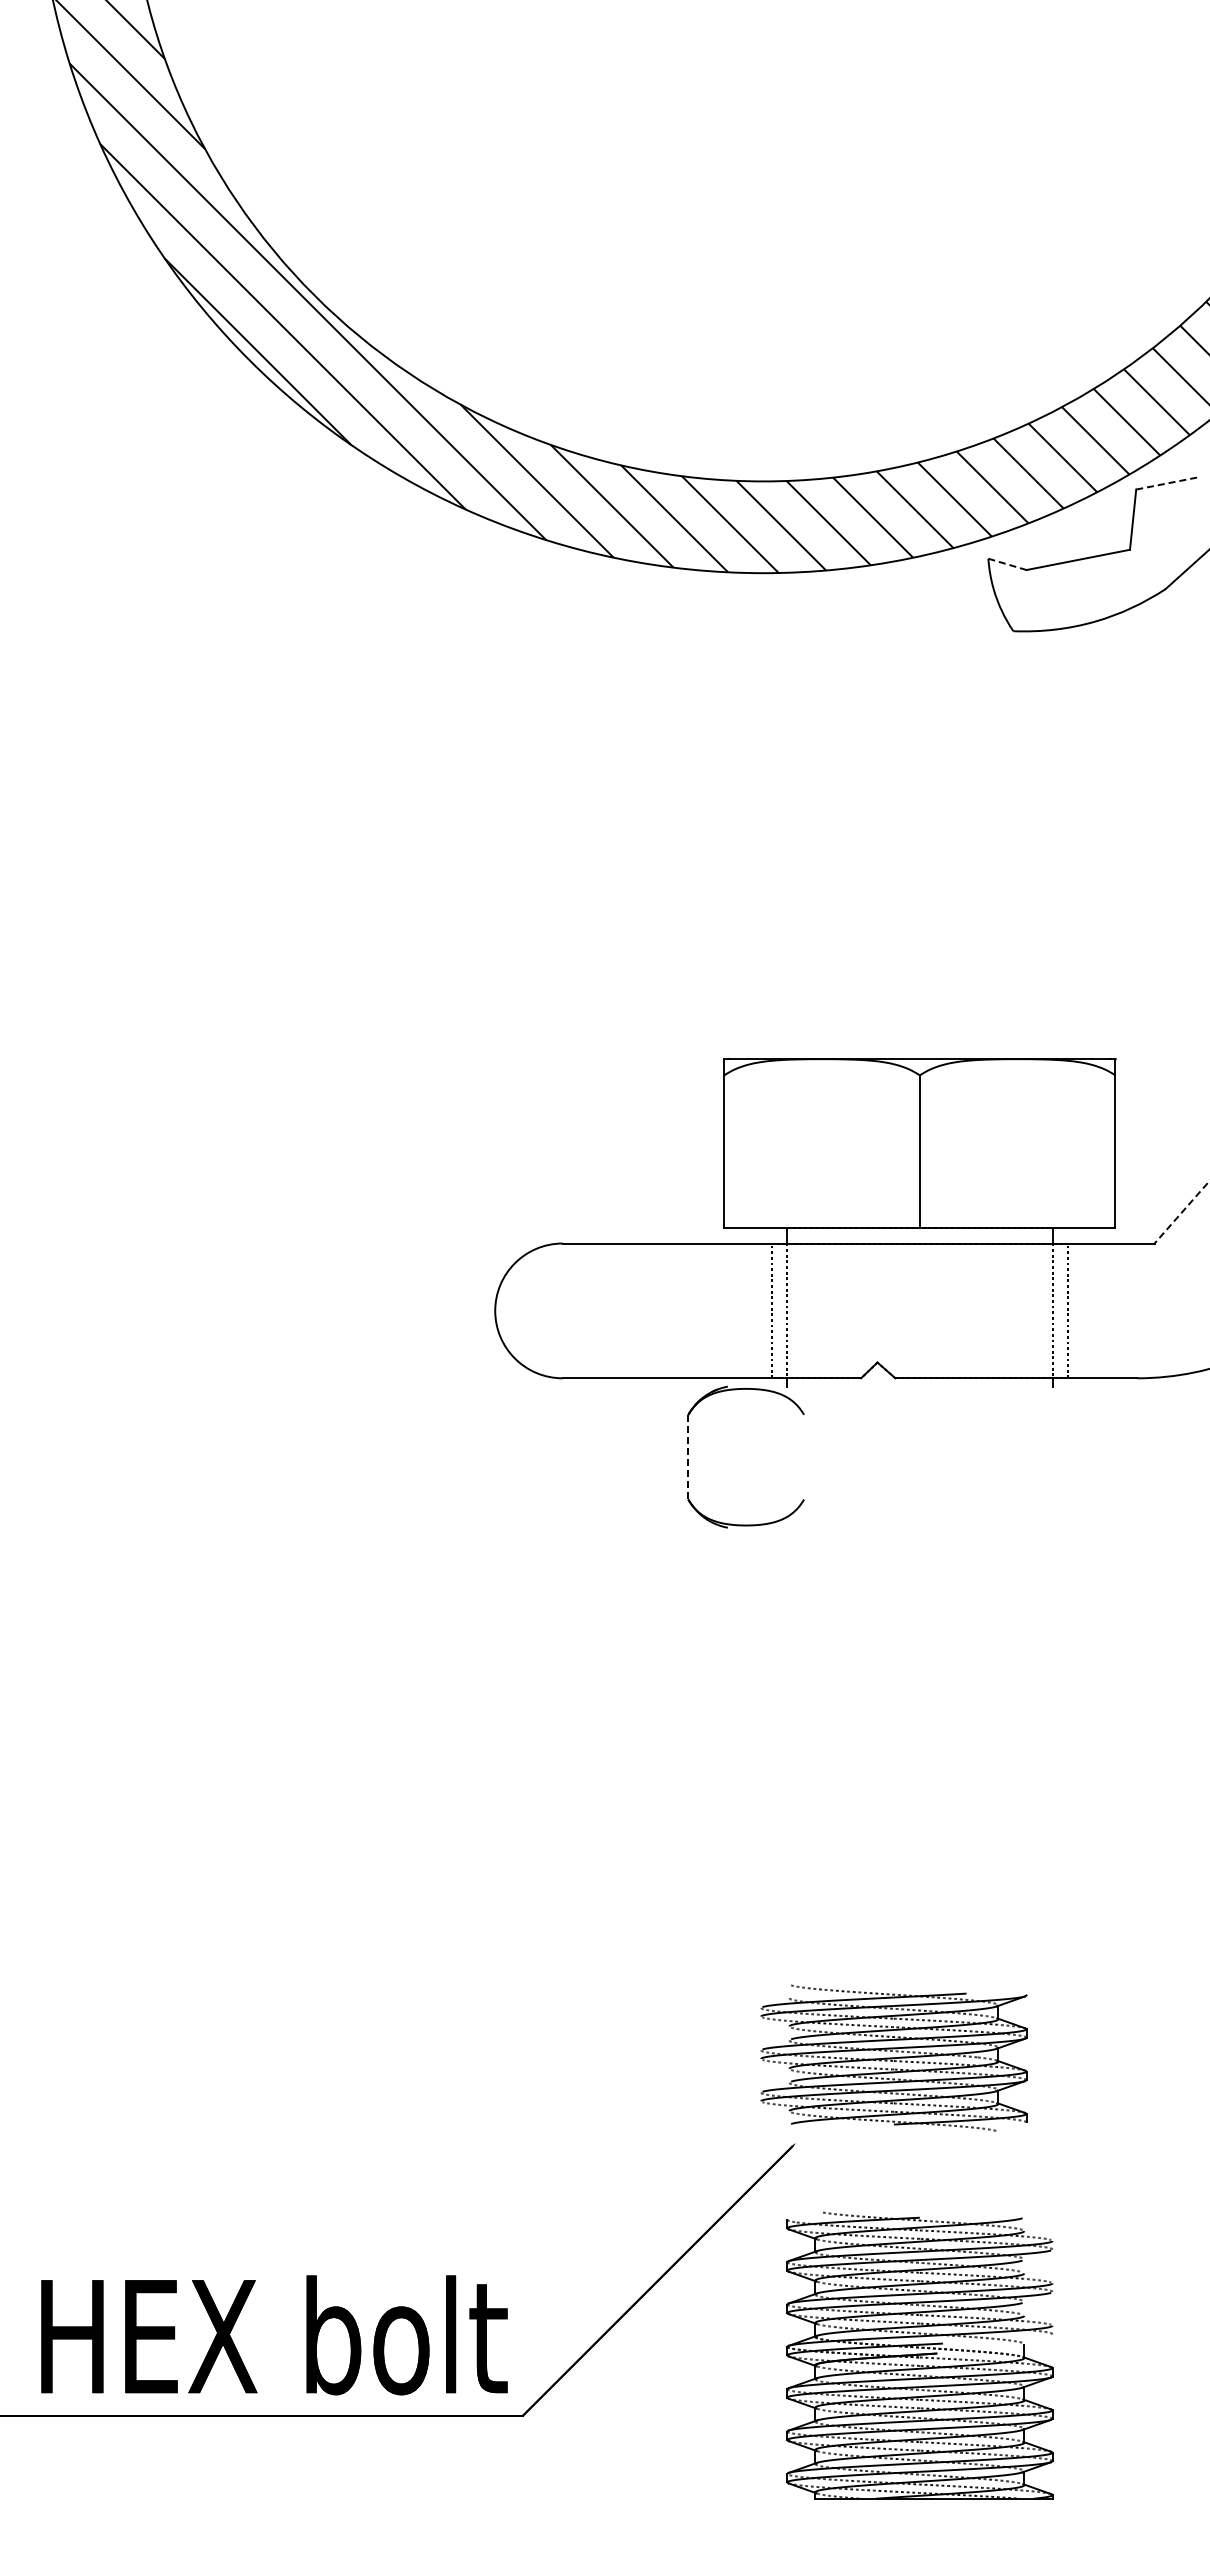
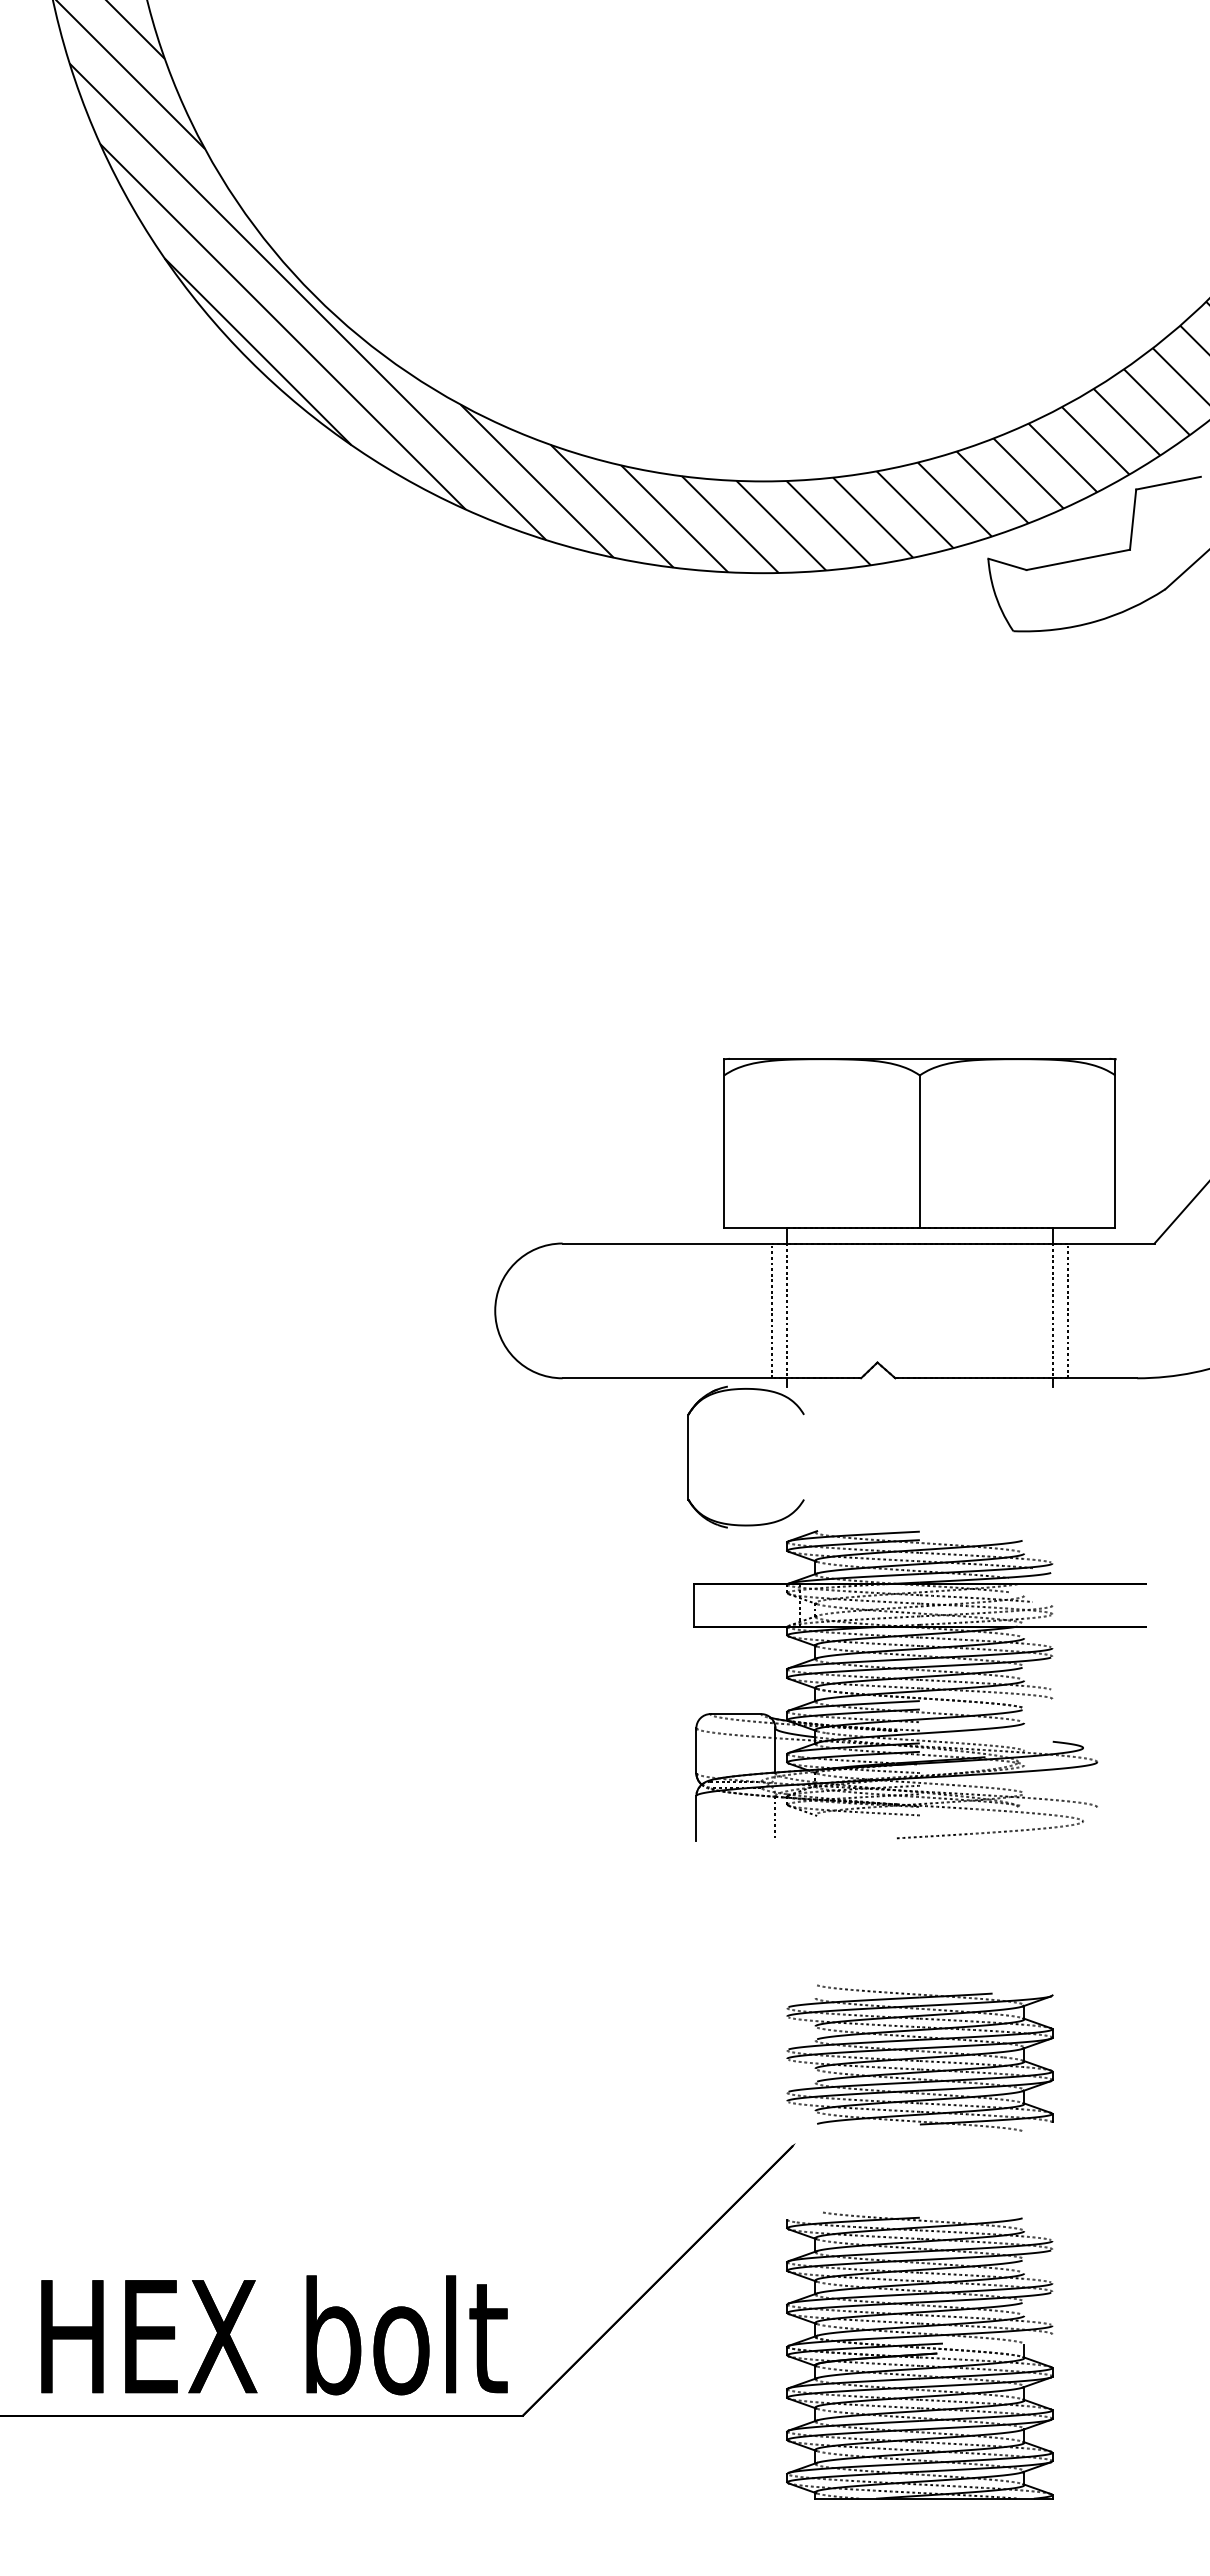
line at (1168, 483): dashed -> solid
line at (1007, 564): dashed -> solid
line at (1182, 1212): dashed -> solid
line at (688, 1457): dashed -> solid
part at (919, 1685): none -> present
part at (893, 2057) position: (893, 2057) -> (919, 2057)
